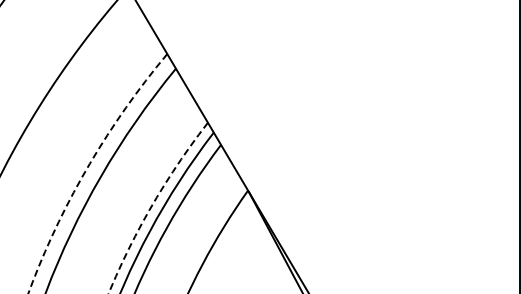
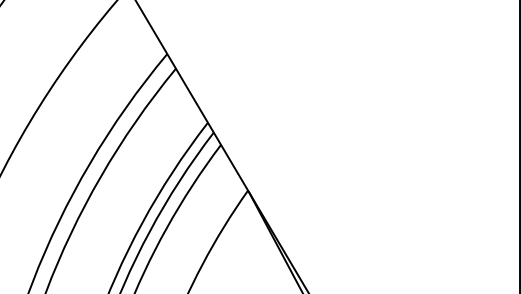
arc at (87, 167): dashed -> solid
arc at (152, 205): dashed -> solid
